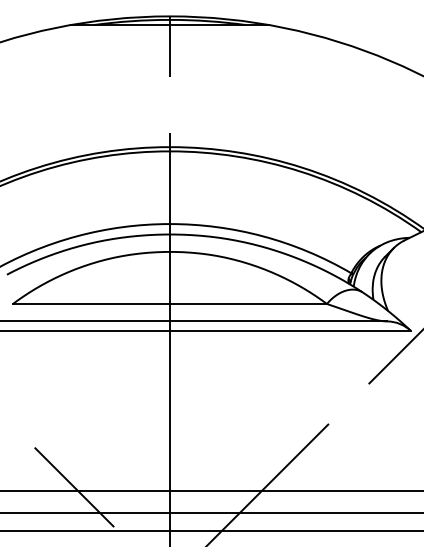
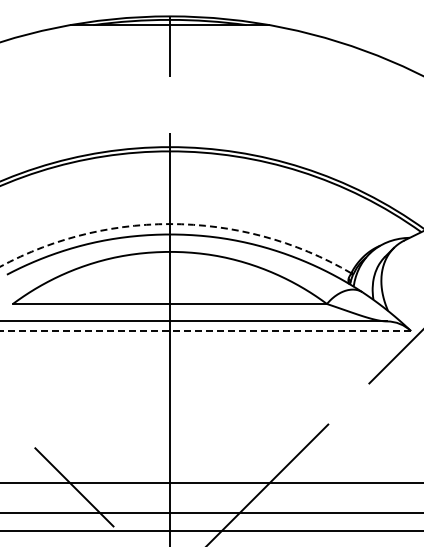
arc at (176, 224): solid -> dashed
line at (205, 331): solid -> dashed
line at (211, 491) position: (211, 491) -> (211, 483)
